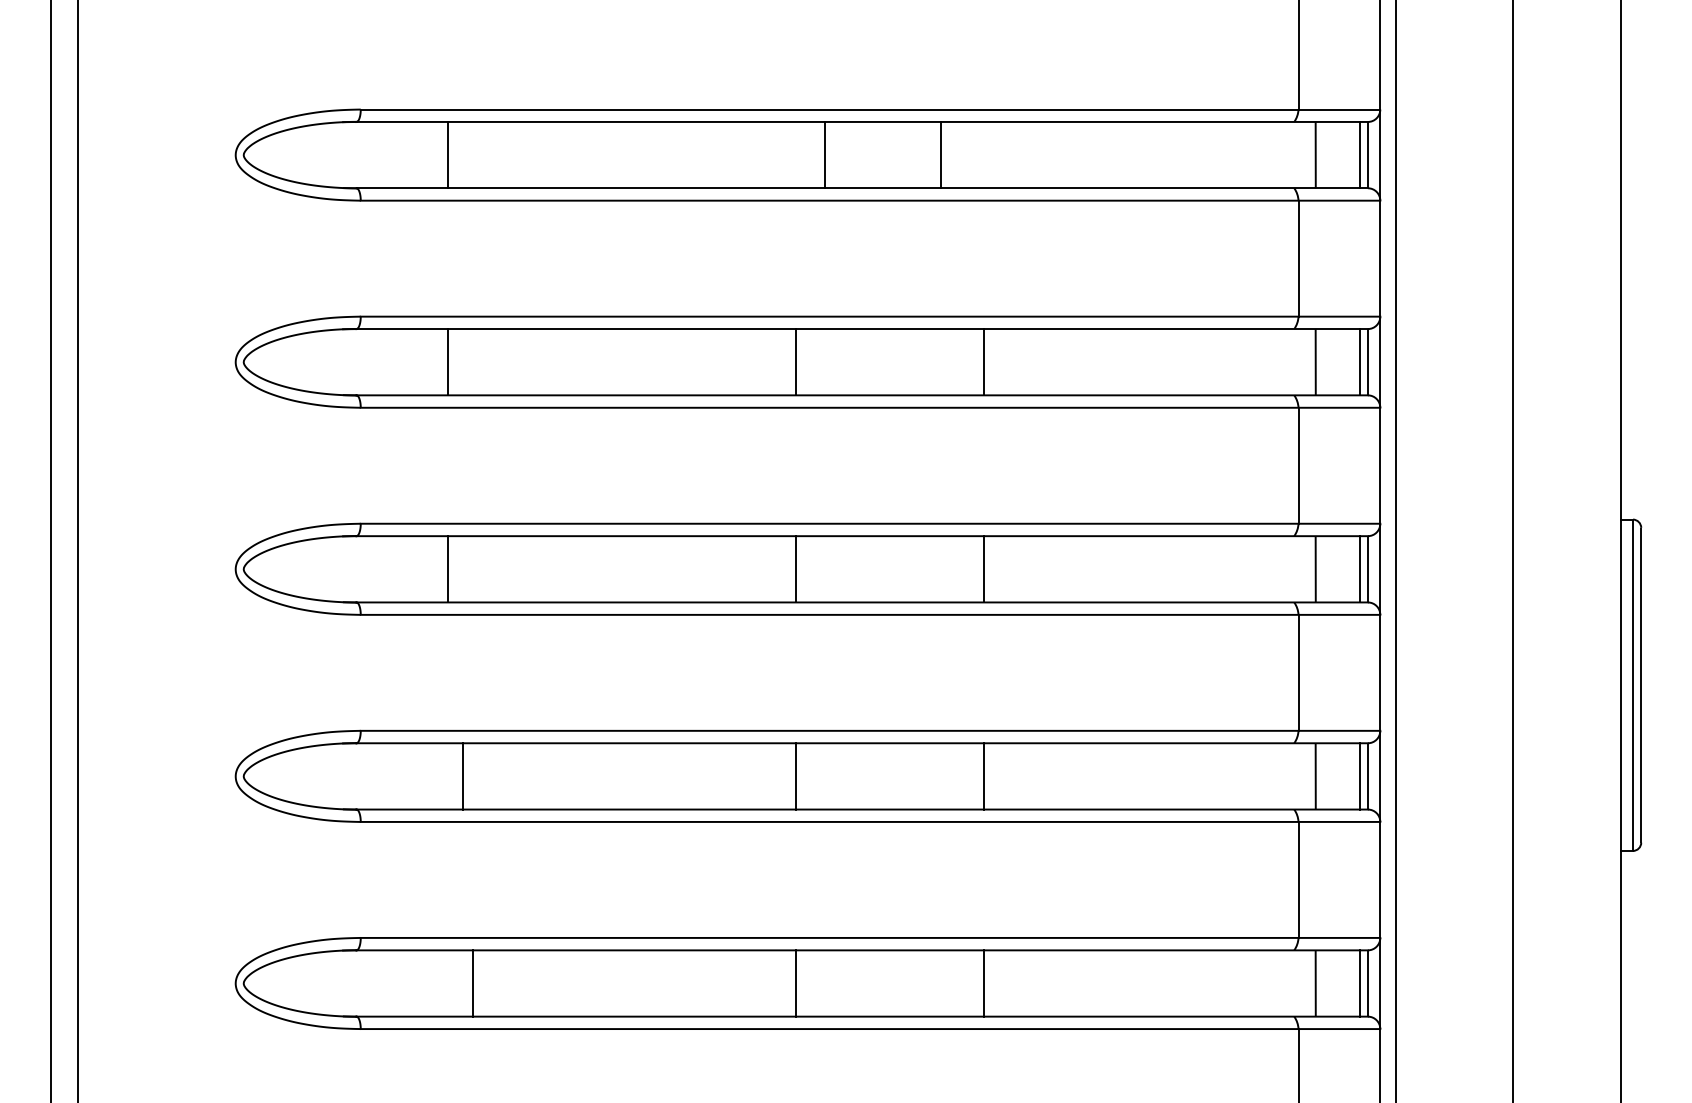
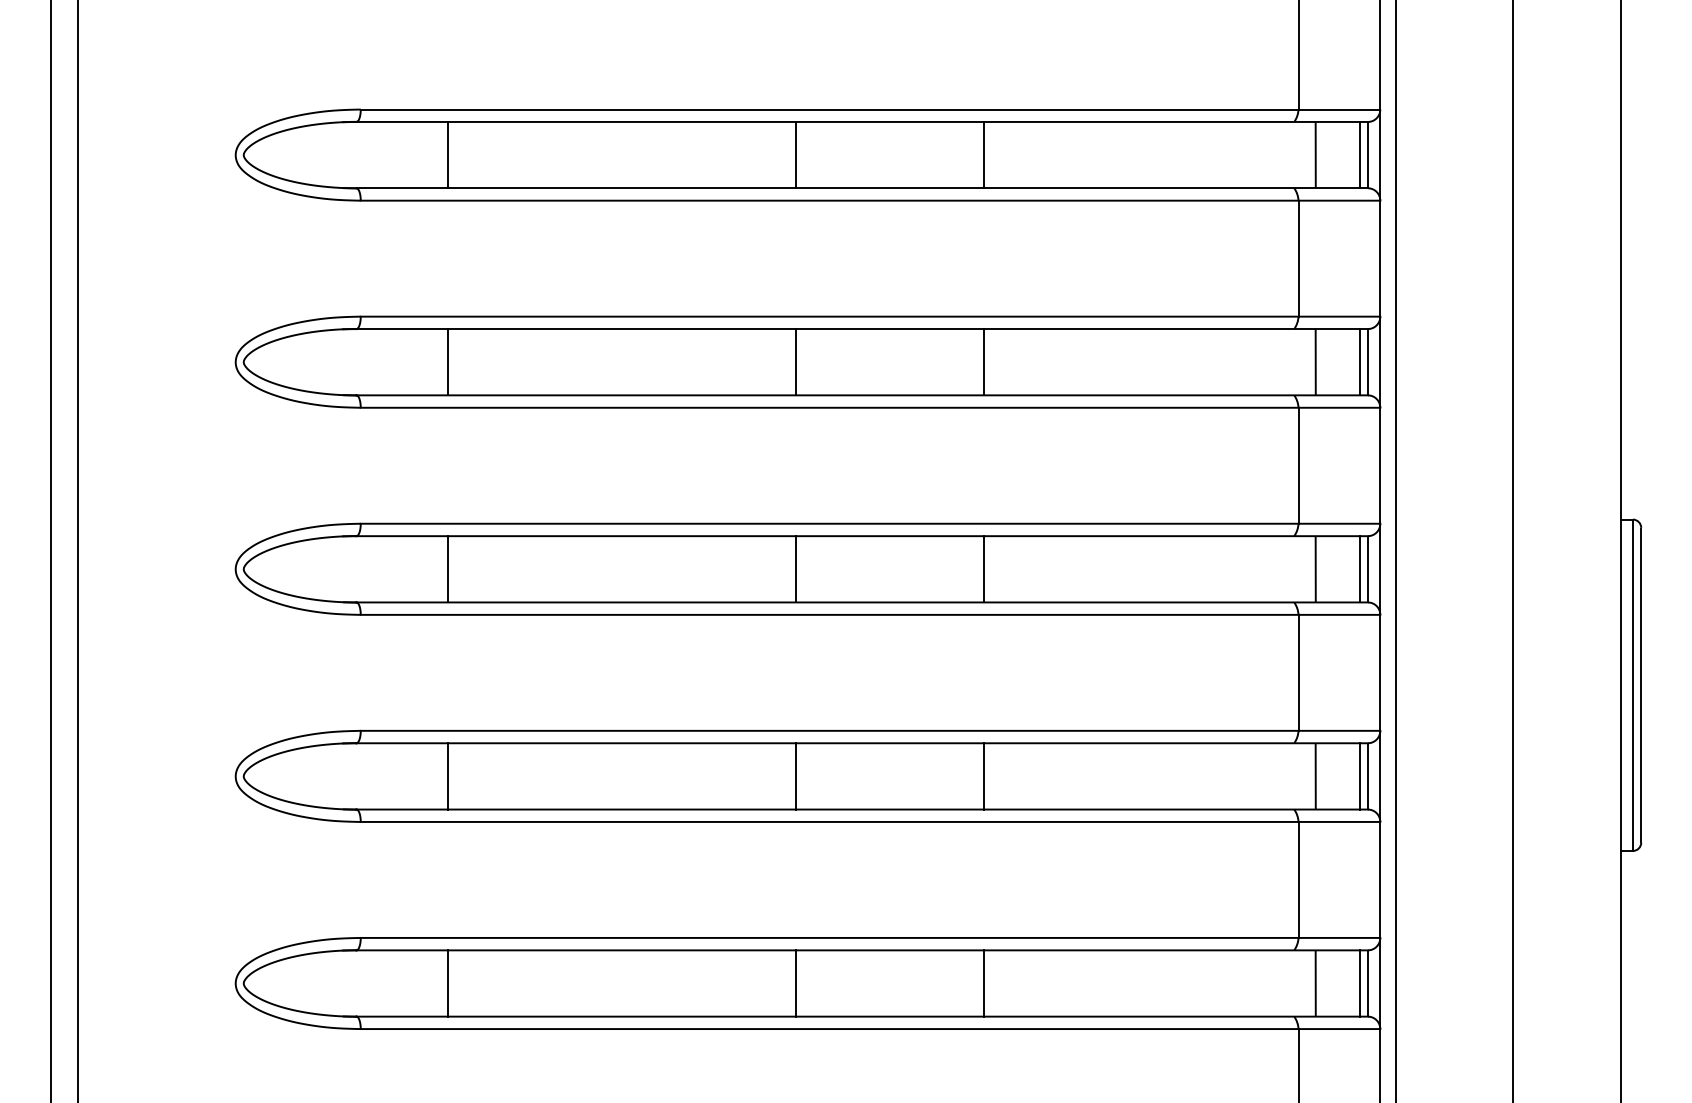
line at (824, 154) position: (824, 154) -> (795, 154)
line at (940, 154) position: (940, 154) -> (983, 154)
line at (462, 776) position: (462, 776) -> (447, 776)
line at (472, 983) position: (472, 983) -> (447, 983)
